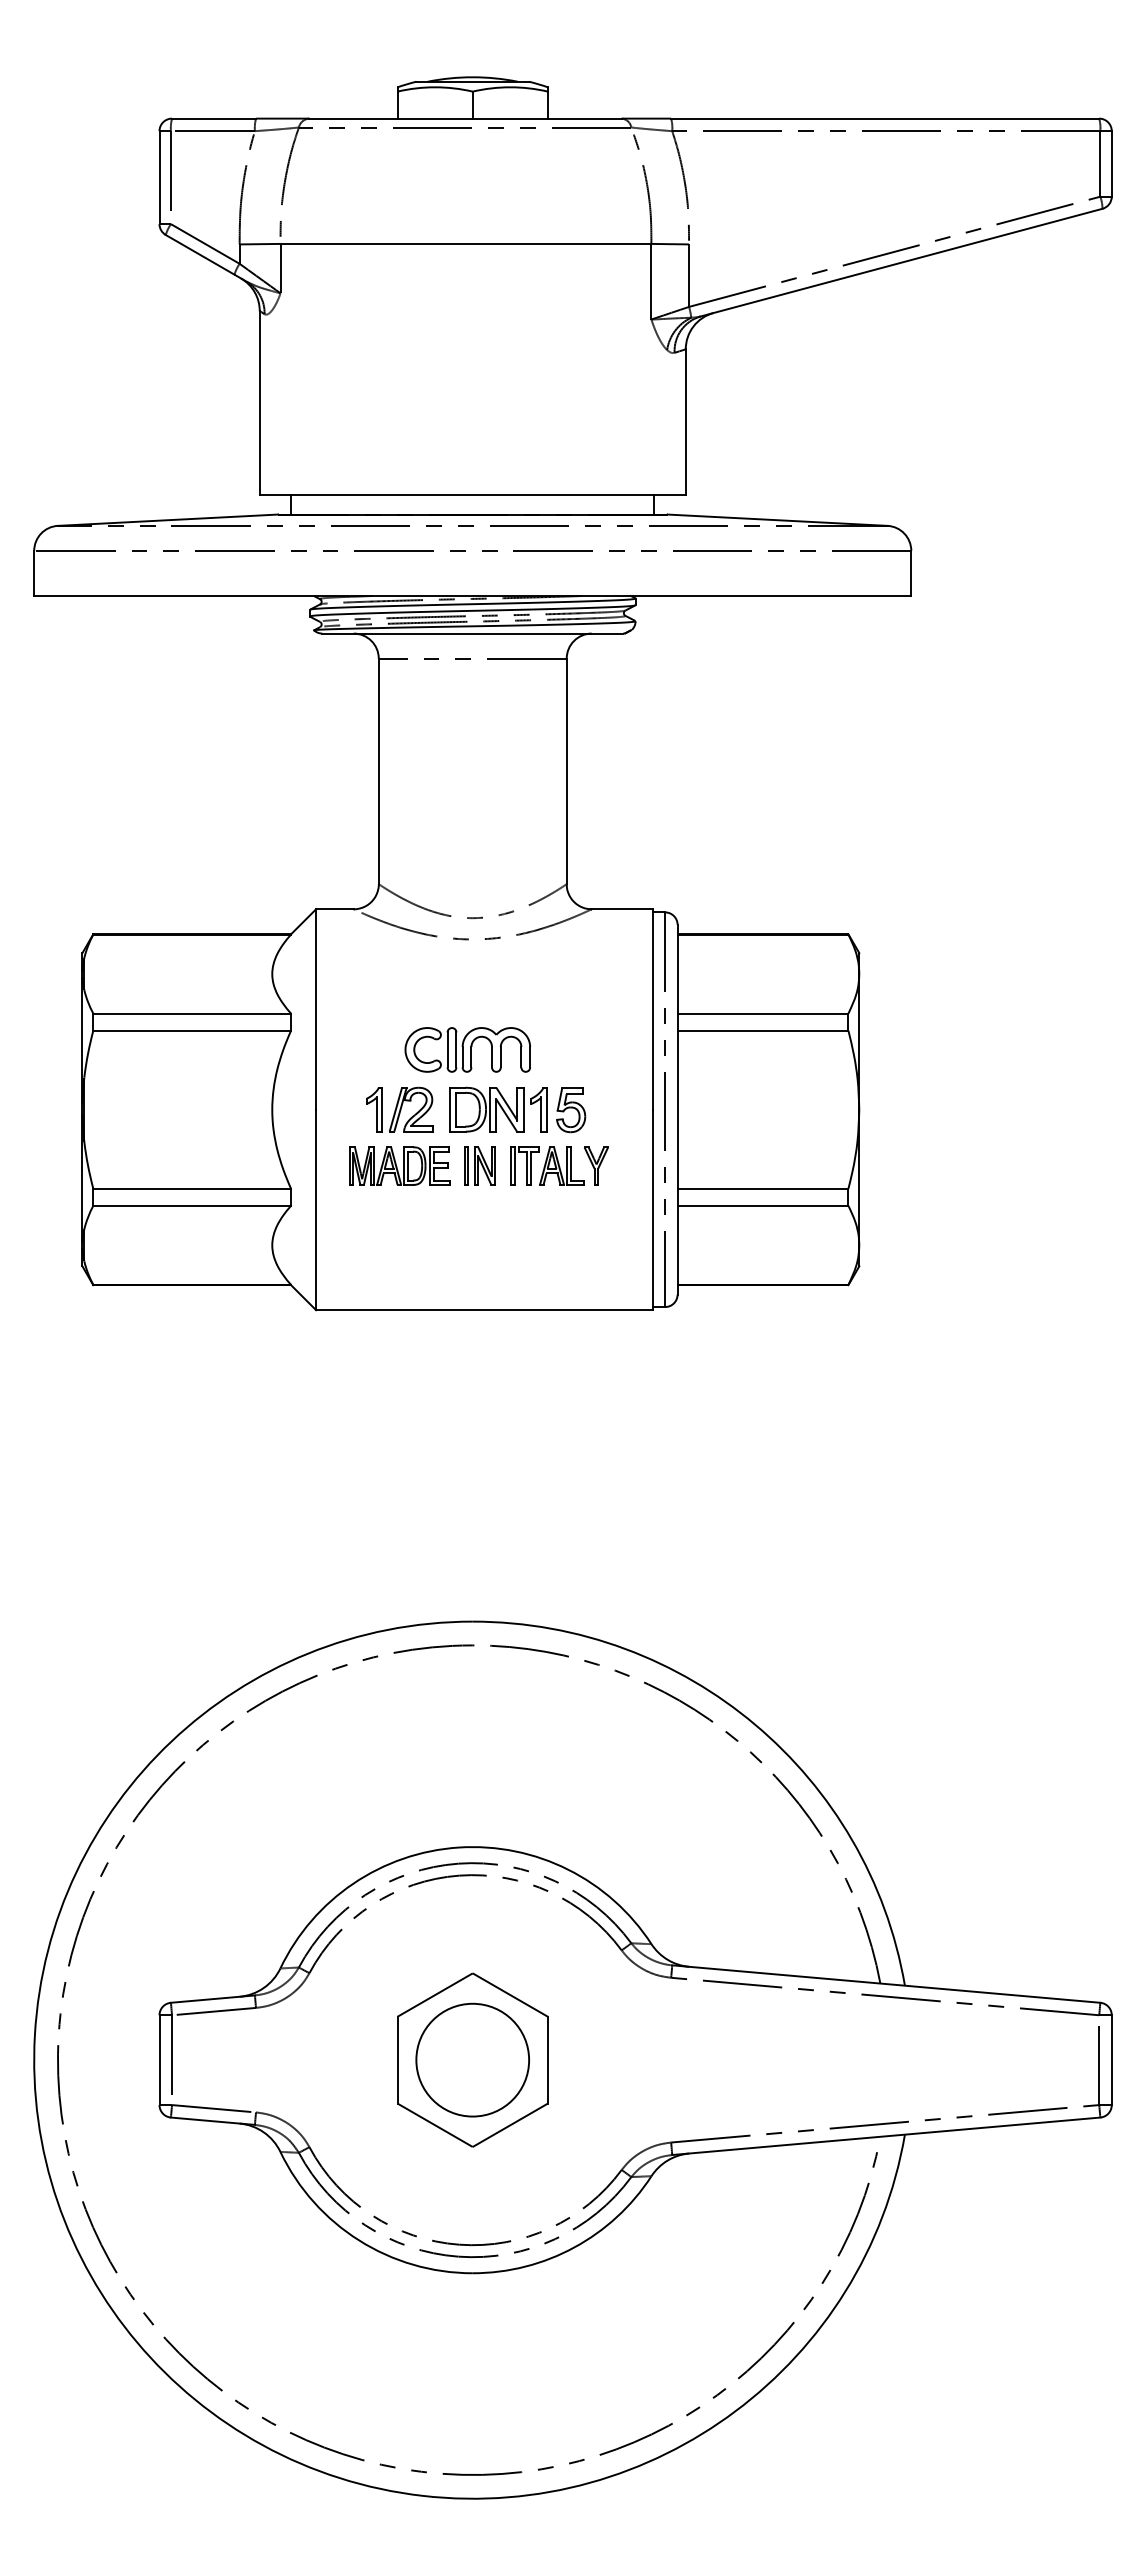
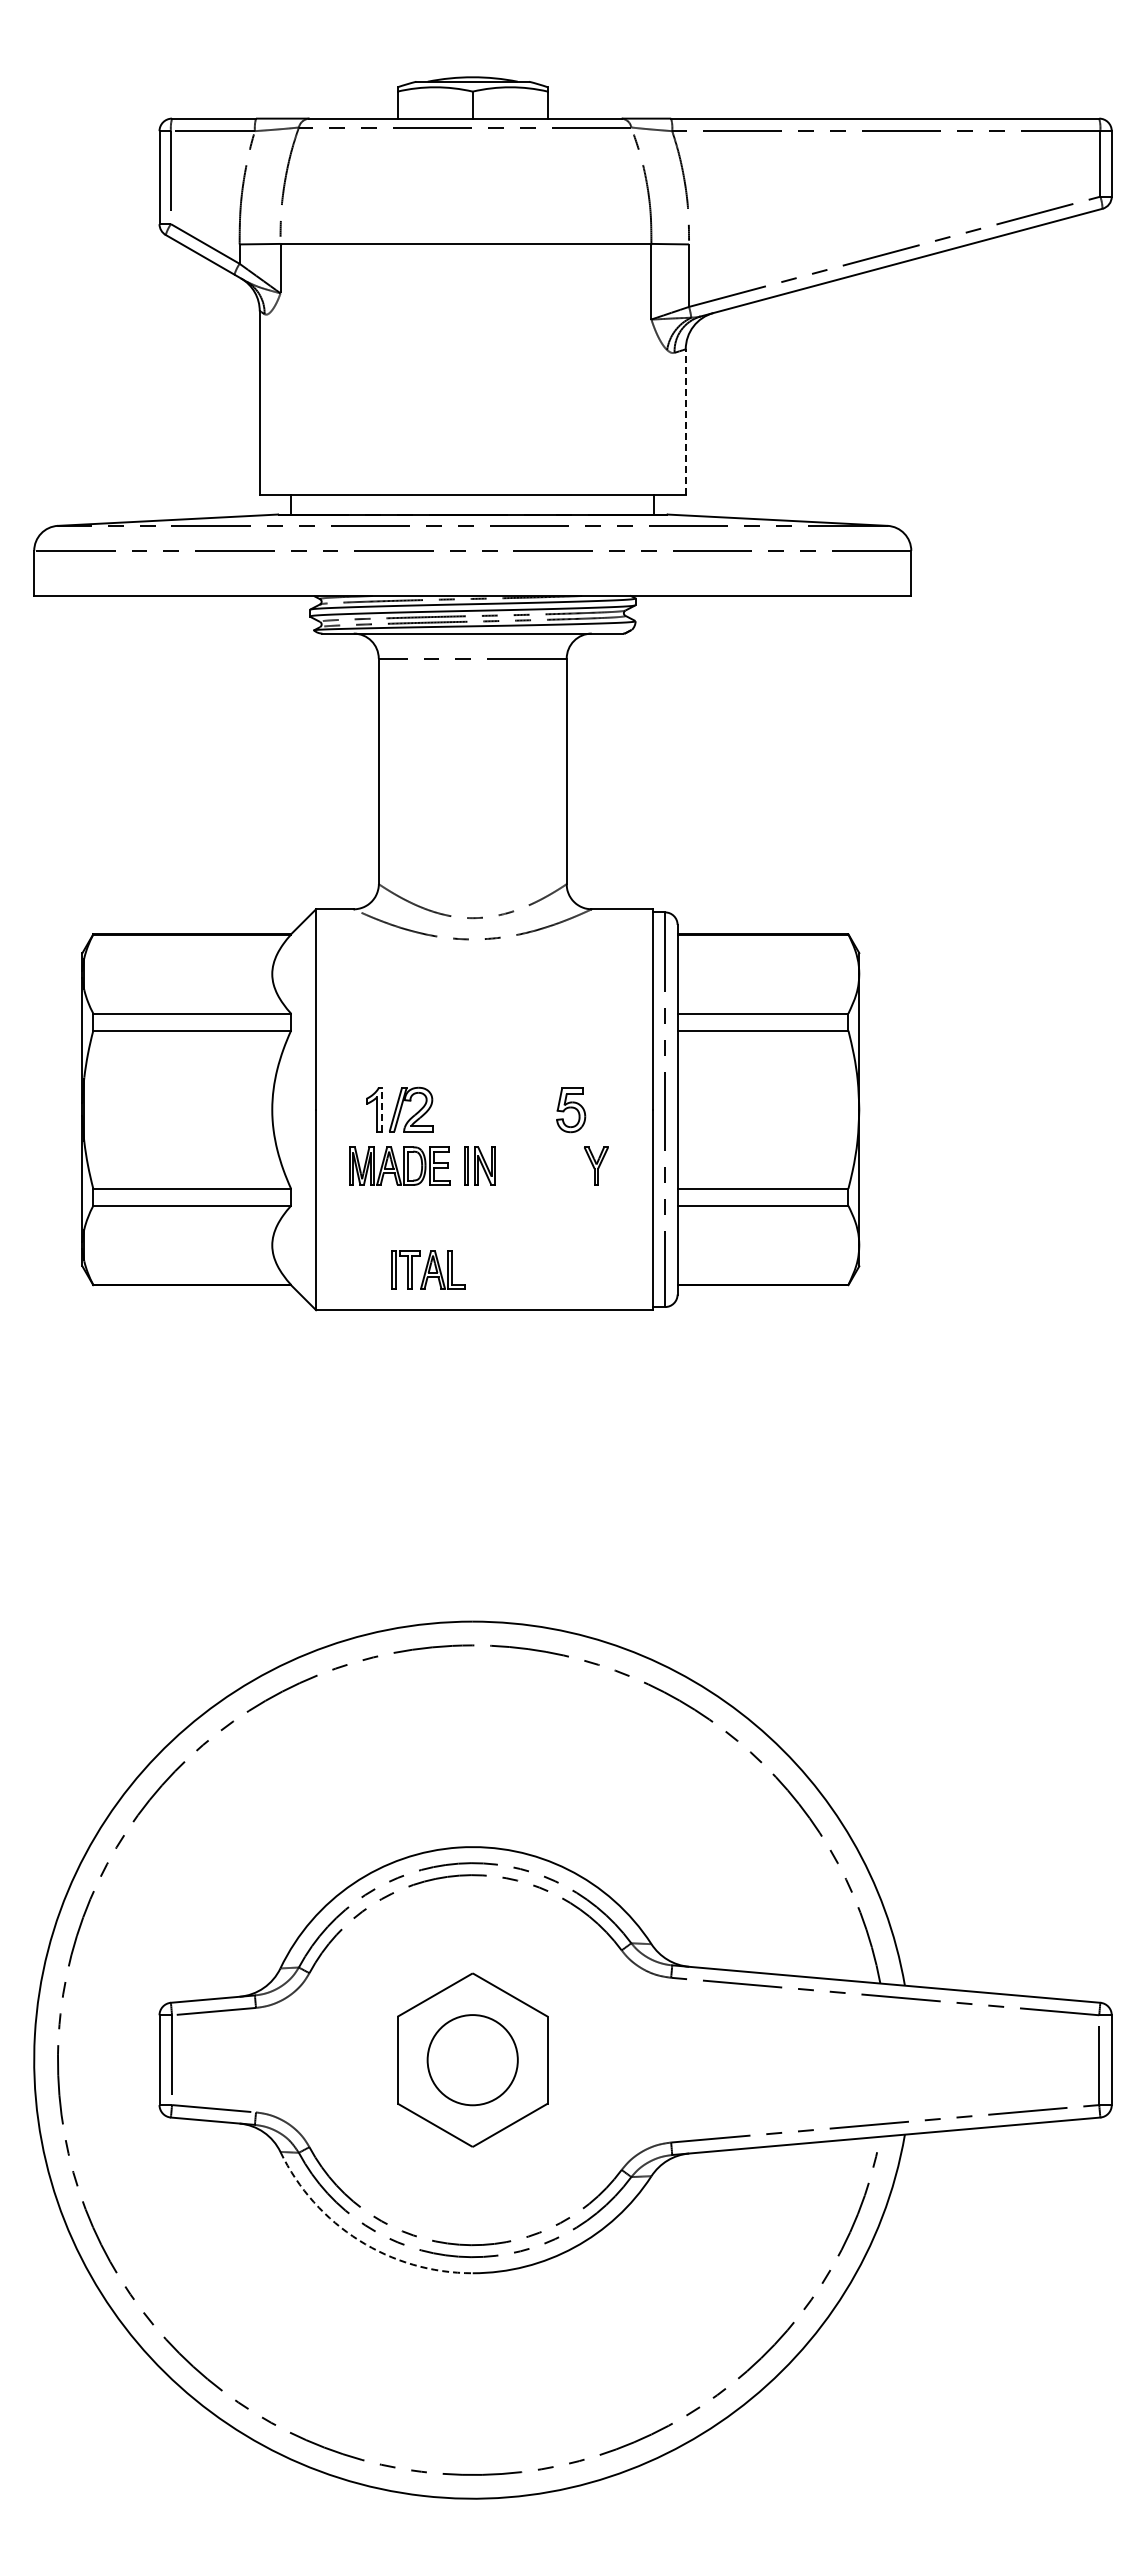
line at (685, 421): solid -> dashed
part at (467, 1049): present -> none
line at (382, 1109): solid -> dashed
part at (498, 1109): present -> none
part at (547, 1165) position: (547, 1165) -> (428, 1269)
circle at (472, 2059) diameter: 113 px -> 90 px
arc at (359, 2240): solid -> dashed
